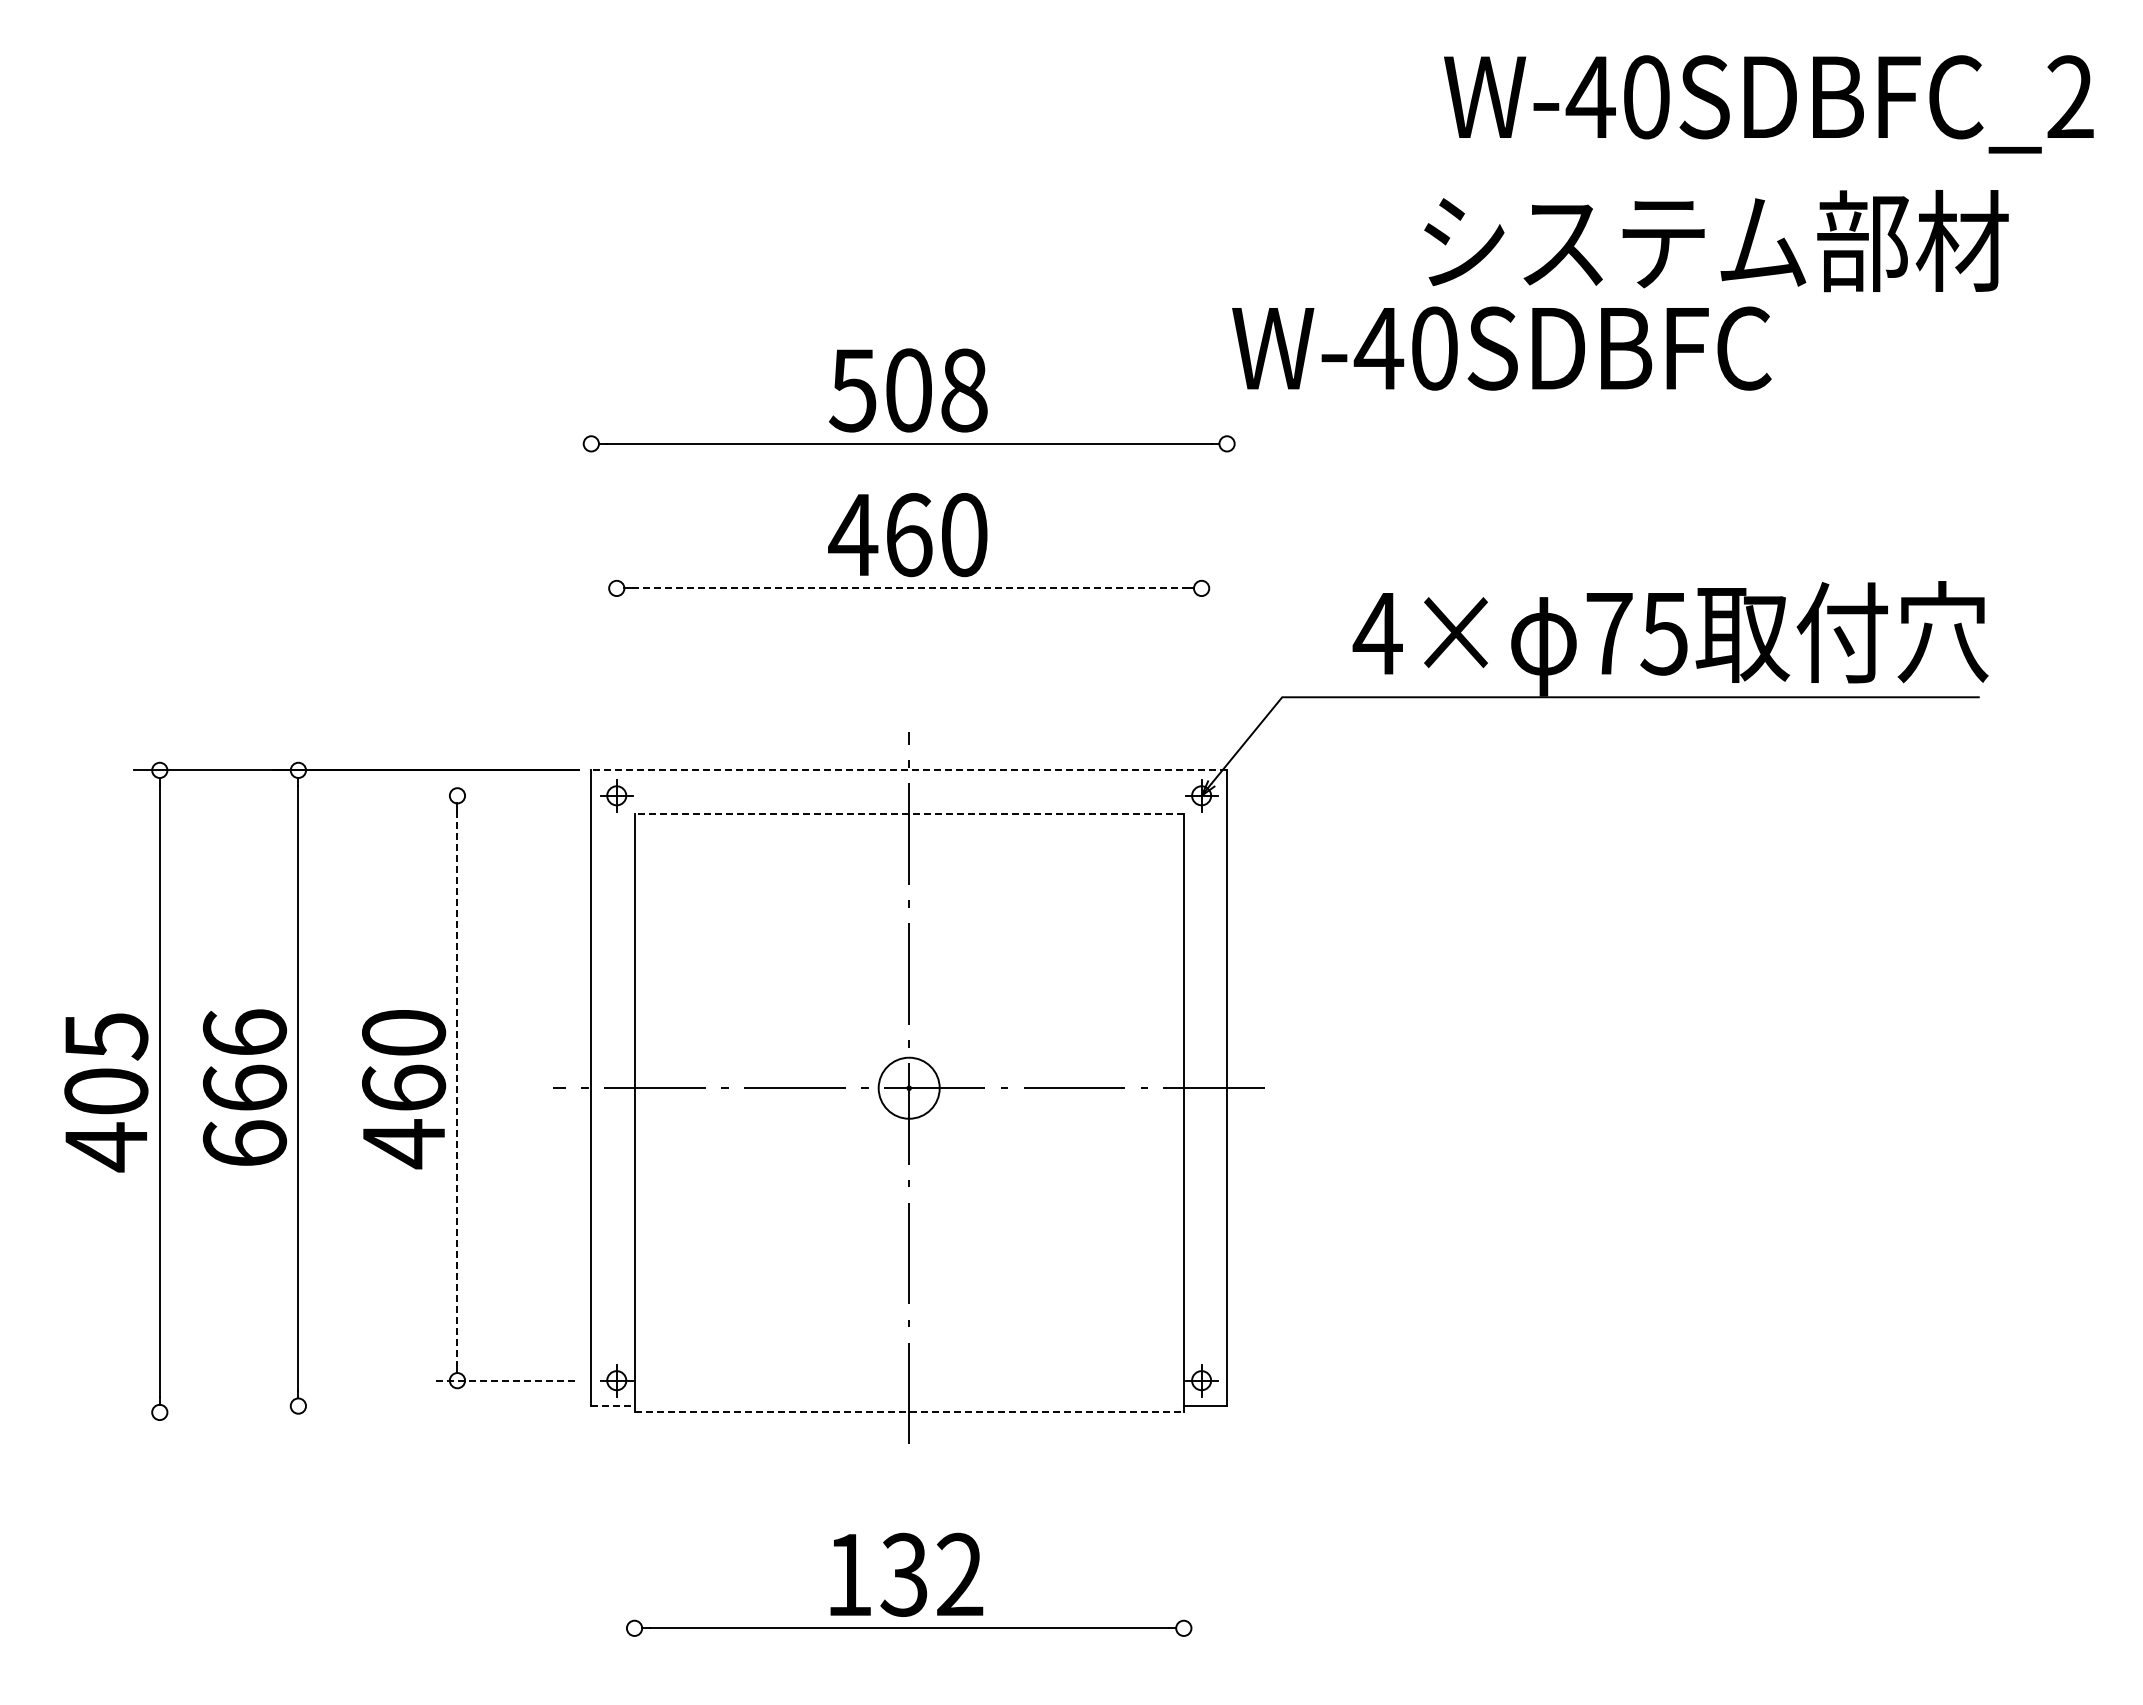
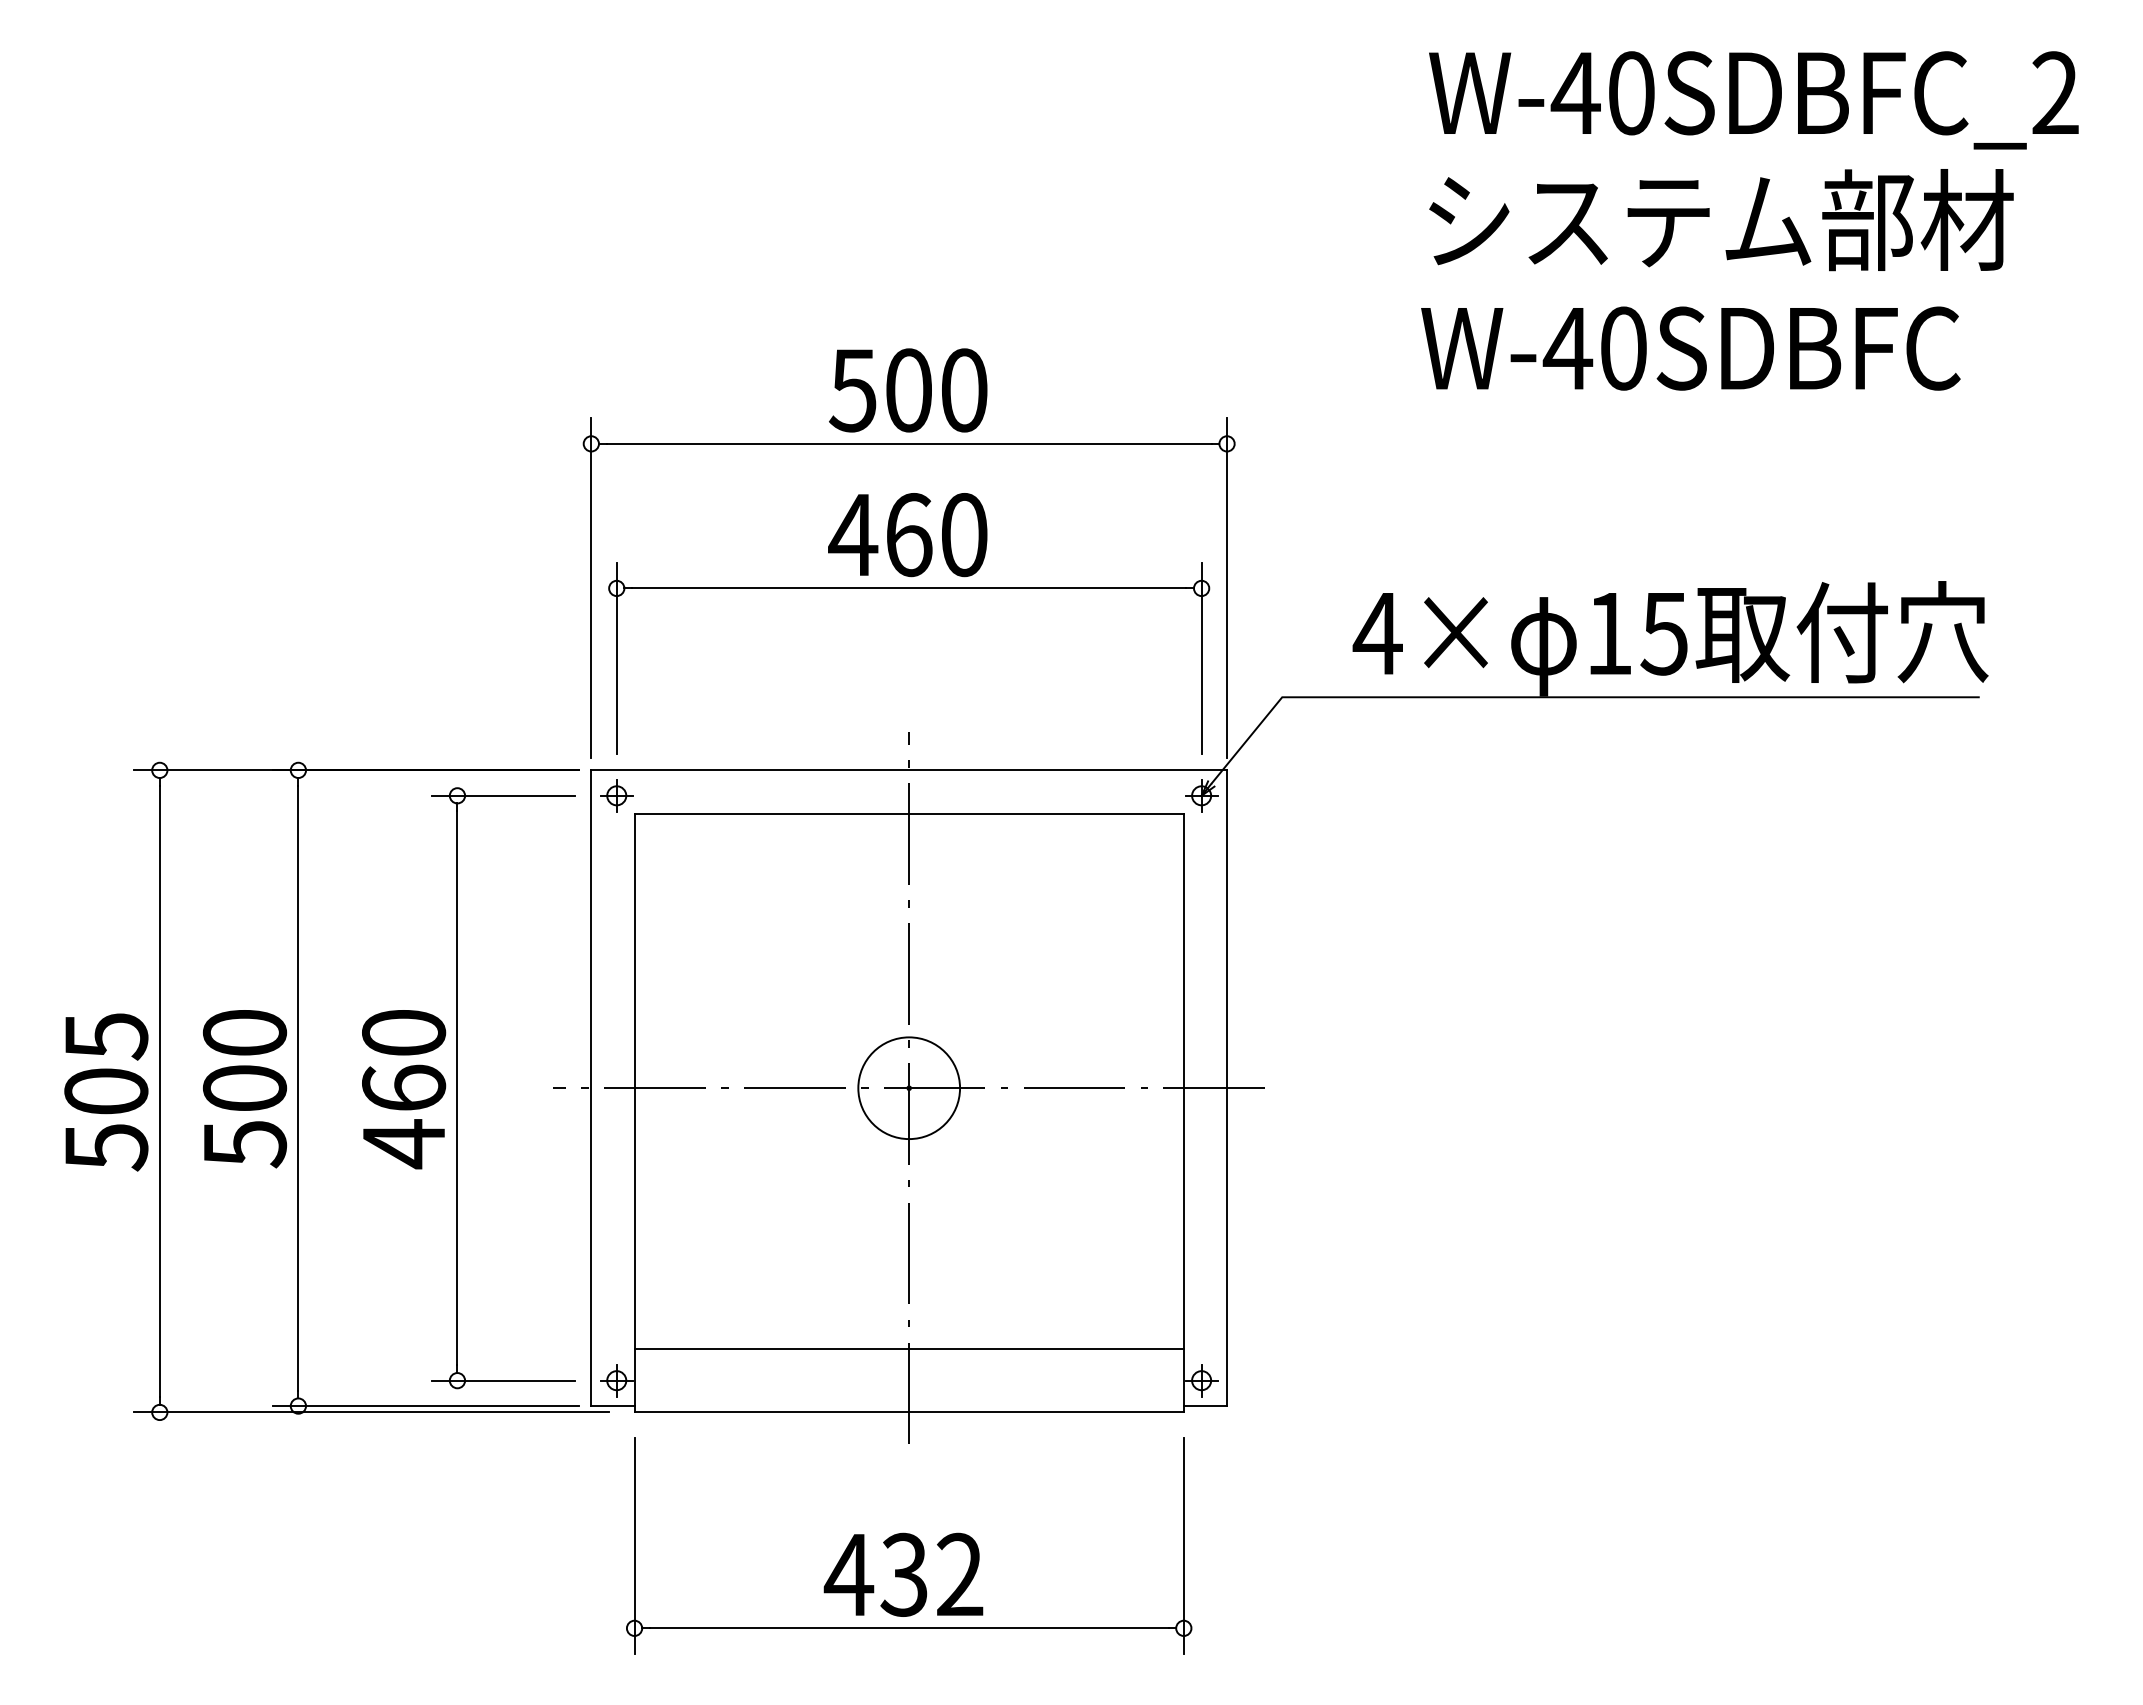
text at (1768, 104) position: (1768, 104) -> (1753, 100)
text at (1716, 241) position: (1716, 241) -> (1721, 220)
text at (1501, 348) position: (1501, 348) -> (1690, 348)
text at (964, 390): 508 -> 500
line at (591, 587): none -> present
line at (1227, 587): none -> present
line at (909, 588): dashed -> solid
text at (1609, 633): 75 -> 15
line at (616, 658): none -> present
line at (1201, 658): none -> present
line at (909, 770): dashed -> solid
line at (503, 795): none -> present
line at (909, 813): dashed -> solid
circle at (908, 1087) diameter: 61 px -> 102 px
text at (244, 1088): 666 -> 500
line at (457, 1088): dashed -> solid
text at (106, 1147): 405 -> 505
line at (908, 1348): none -> present
line at (503, 1380): dashed -> solid
line at (425, 1406): none -> present
line at (612, 1406): dashed -> solid
line at (371, 1412): none -> present
line at (909, 1412): dashed -> solid
line at (634, 1545): none -> present
line at (1183, 1545): none -> present
text at (848, 1574): 132 -> 432
